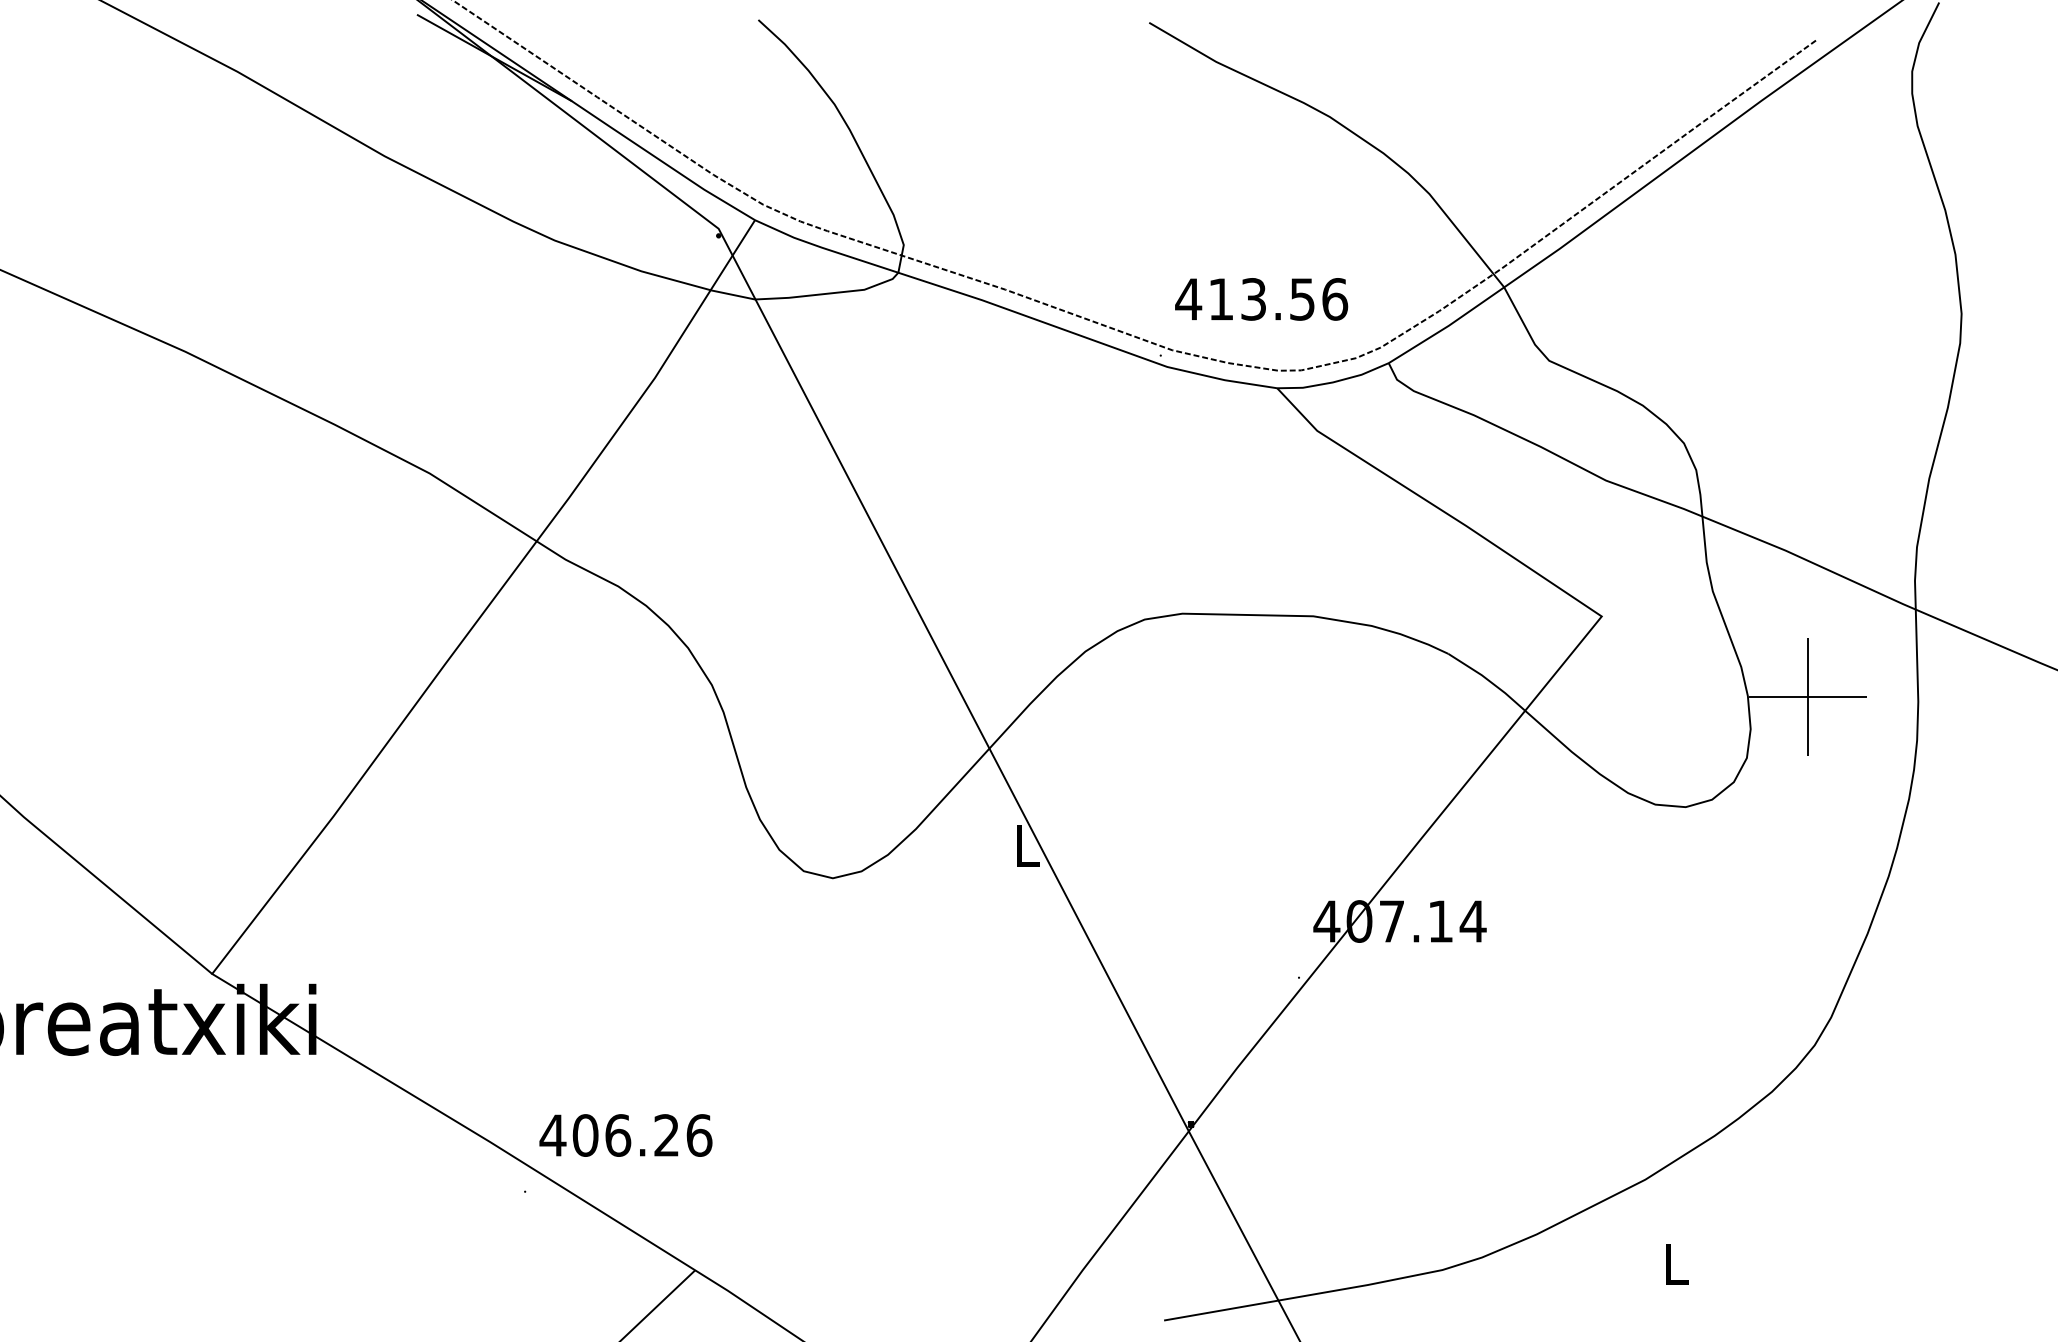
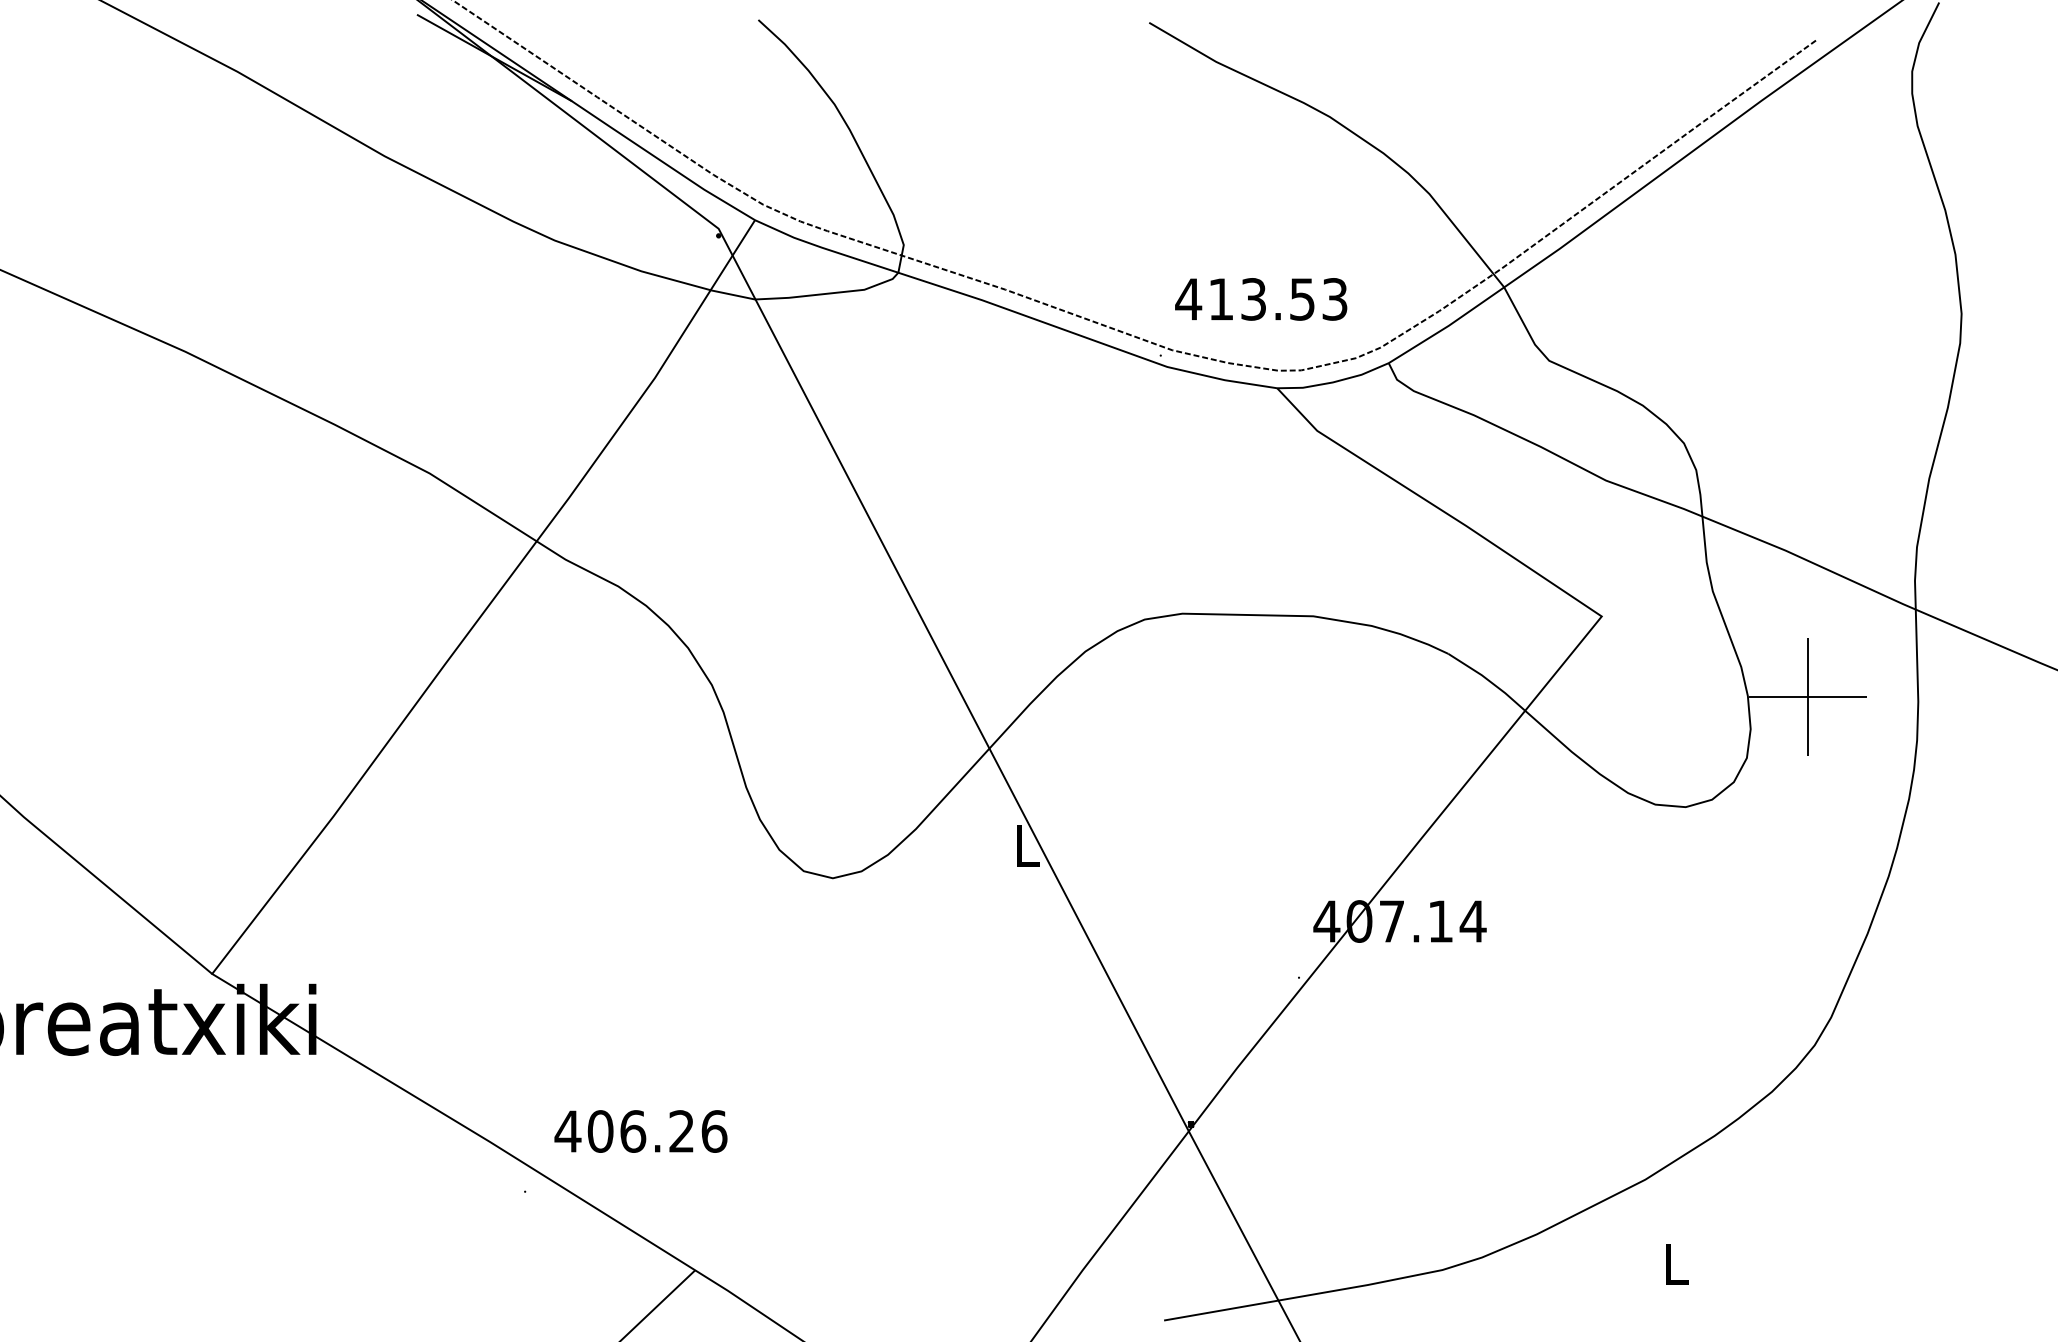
text at (1335, 299): 413.56 -> 413.53
text at (625, 1135) position: (625, 1135) -> (640, 1131)
